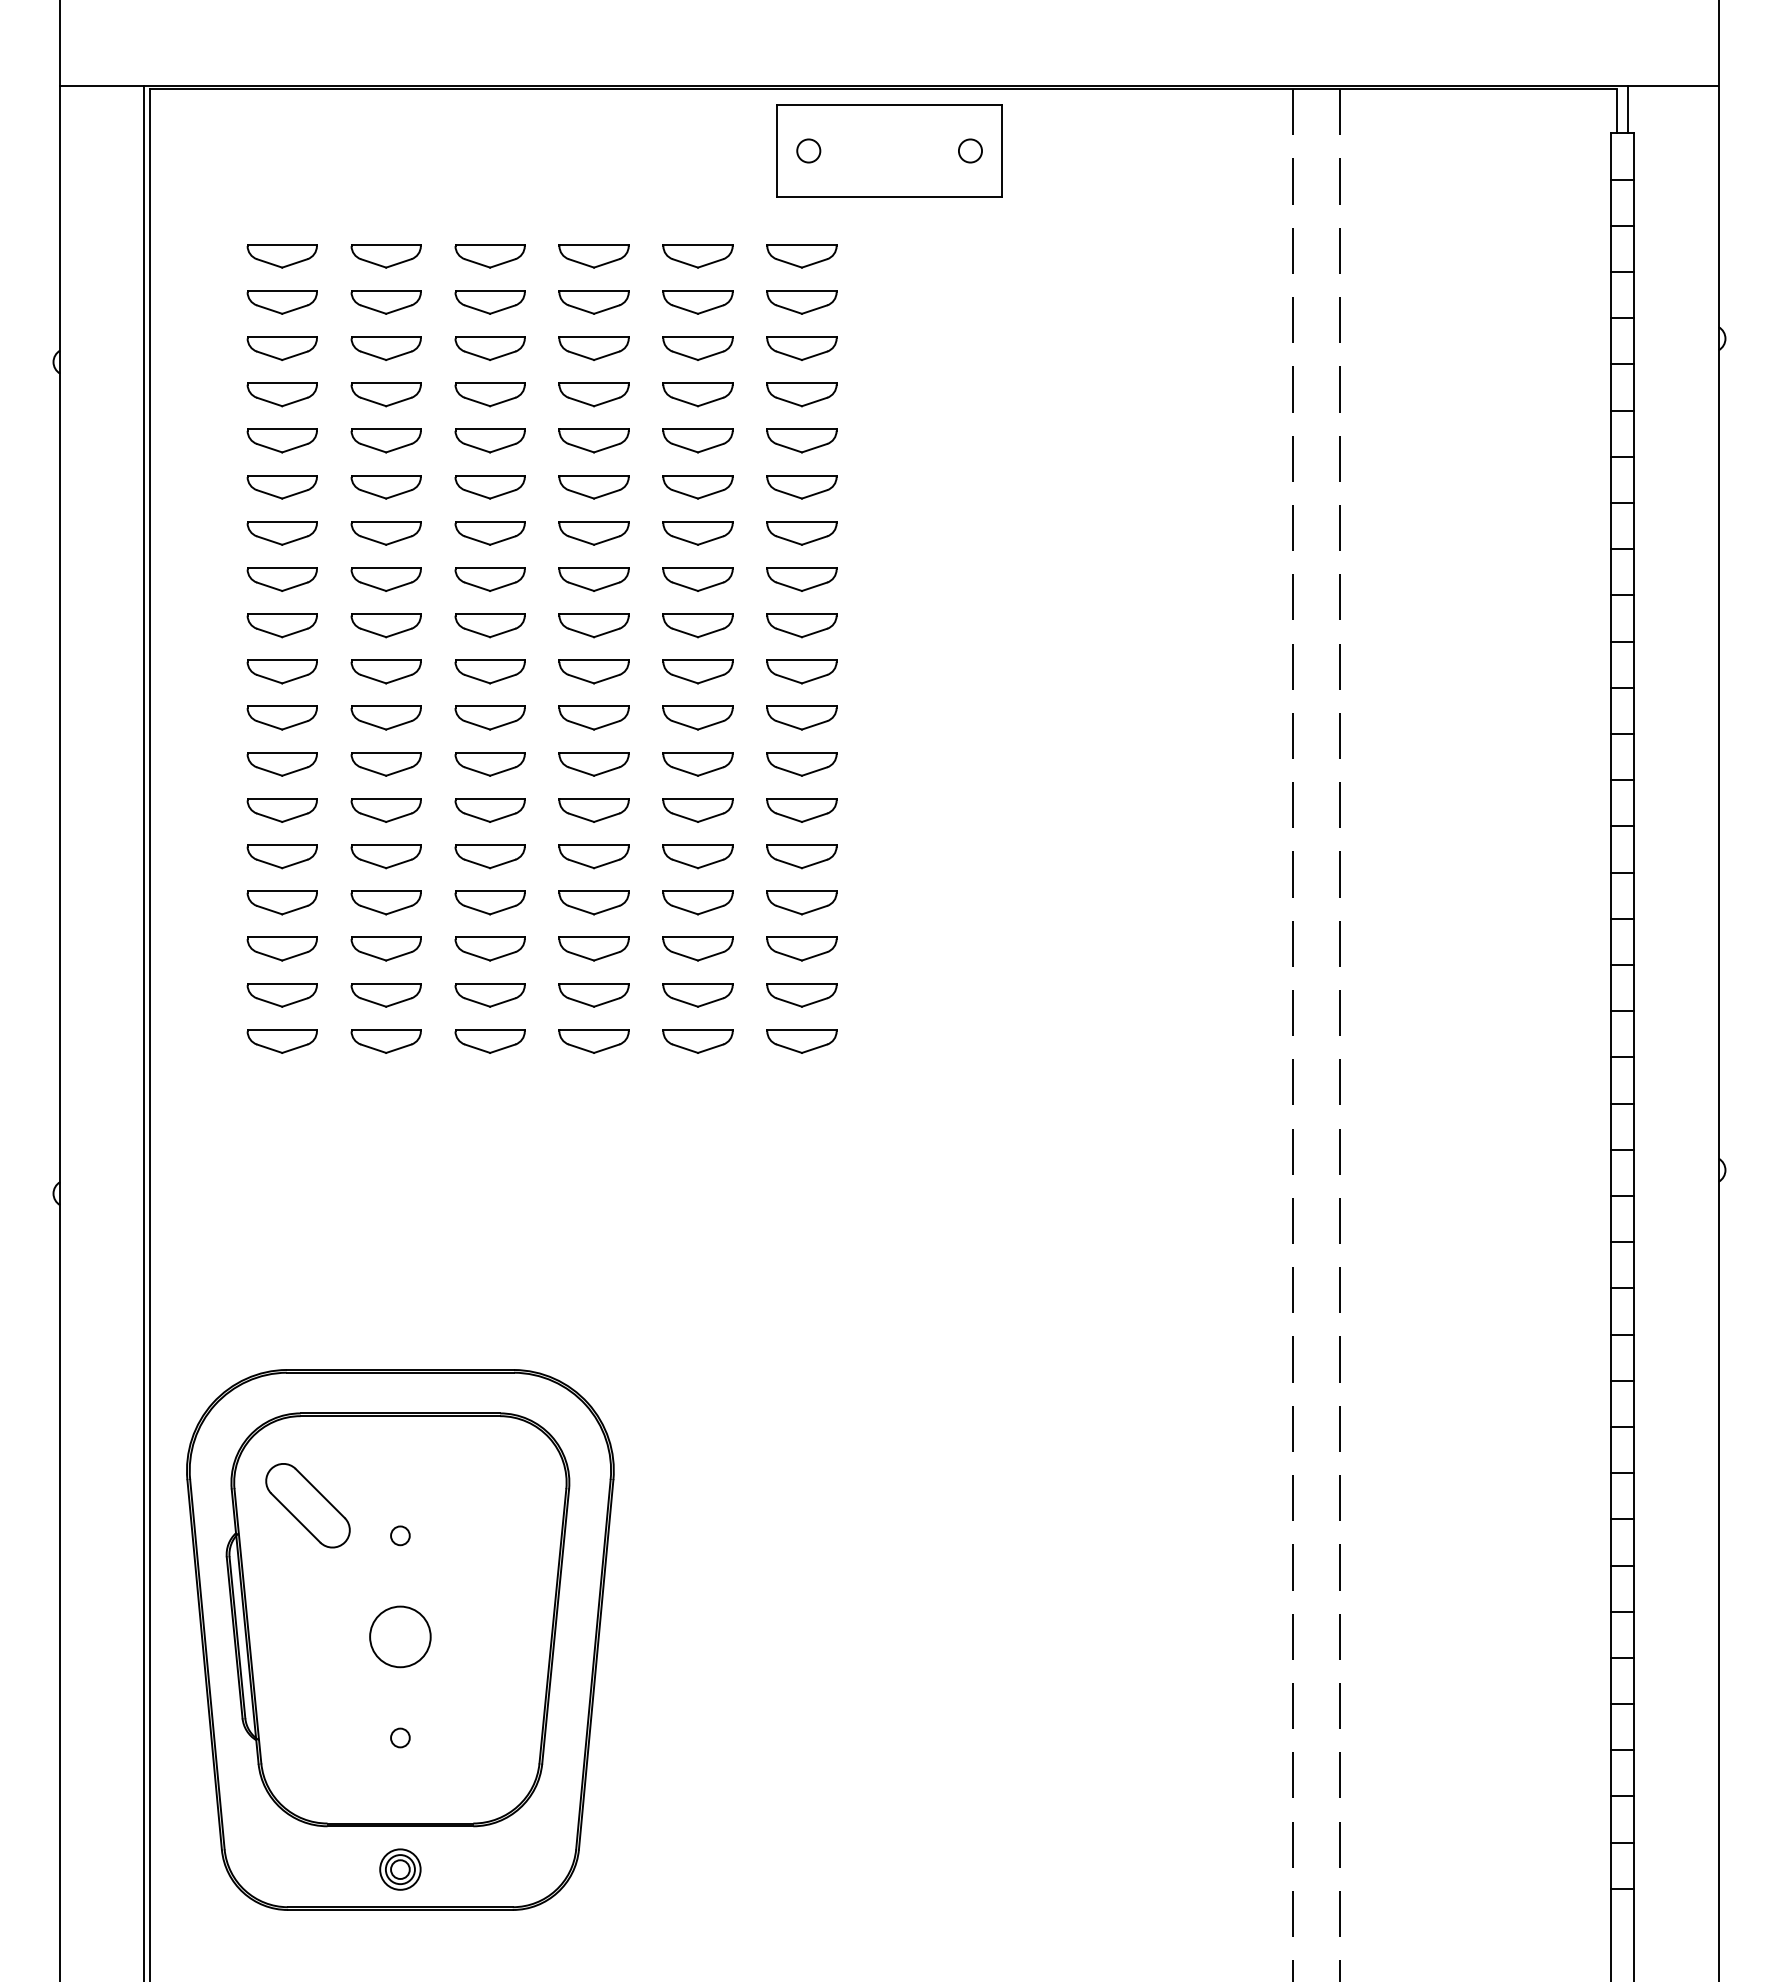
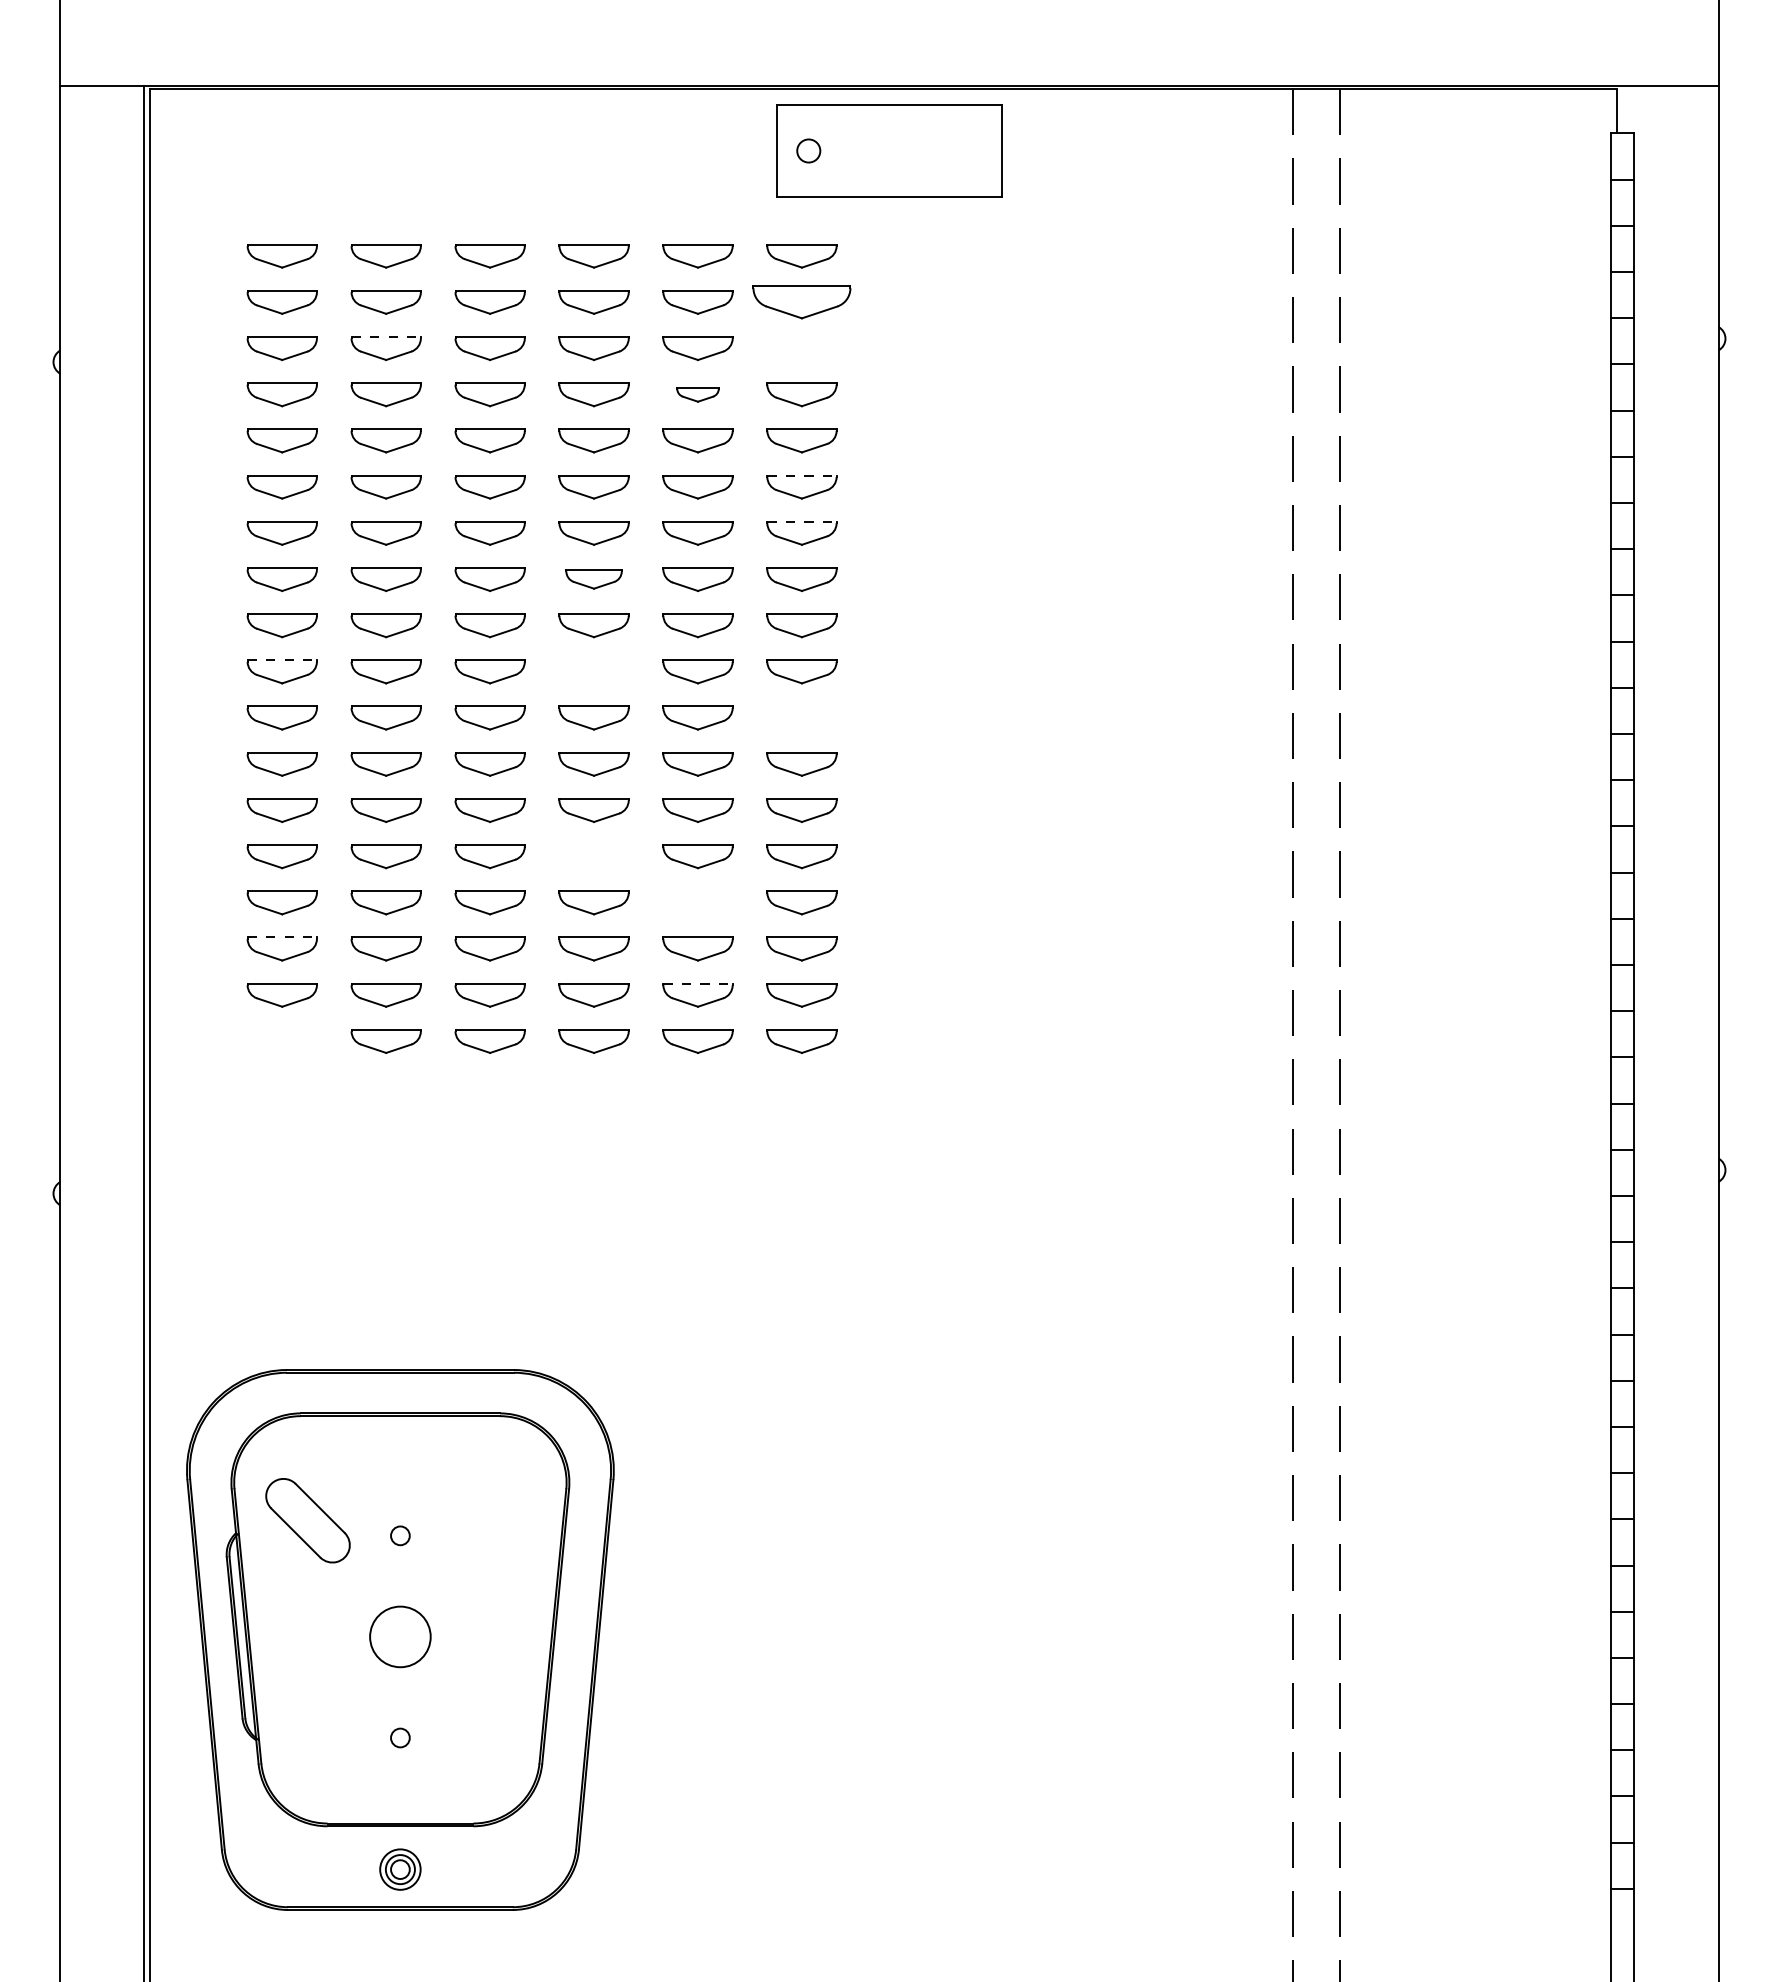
line at (1628, 109): present -> none
circle at (970, 150): present -> none
part at (801, 302) size: 72x25 px -> 100x35 px
line at (386, 336): solid -> dashed
part at (801, 348): present -> none
part at (697, 394) size: 72x26 px -> 44x16 px
line at (801, 475): solid -> dashed
line at (801, 521): solid -> dashed
part at (593, 579) size: 72x25 px -> 58x21 px
line at (282, 660): solid -> dashed
part at (593, 671): present -> none
part at (801, 717): present -> none
part at (593, 856): present -> none
part at (697, 902): present -> none
line at (282, 937): solid -> dashed
line at (698, 983): solid -> dashed
part at (281, 1041): present -> none
part at (307, 1505) position: (307, 1505) -> (307, 1520)
